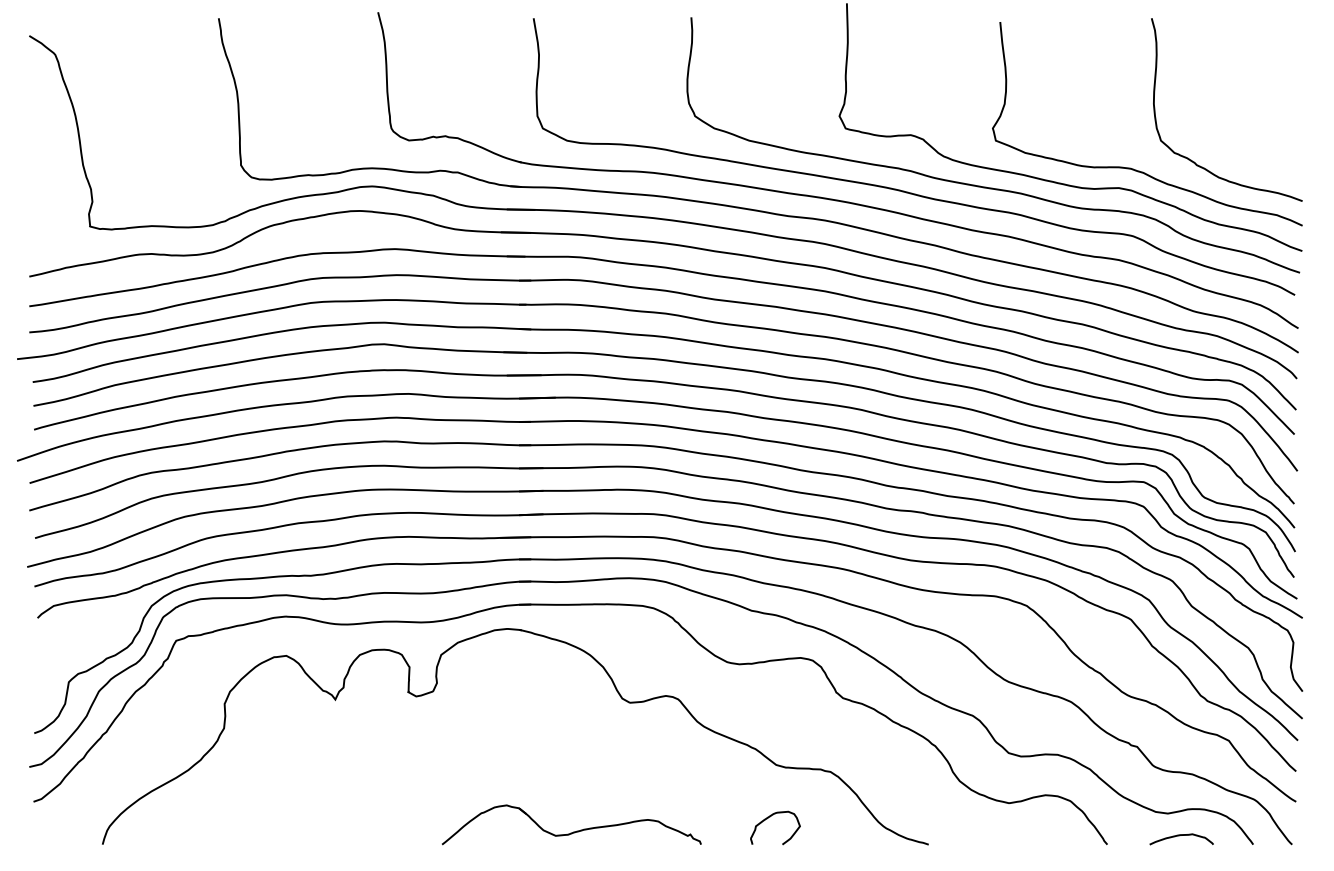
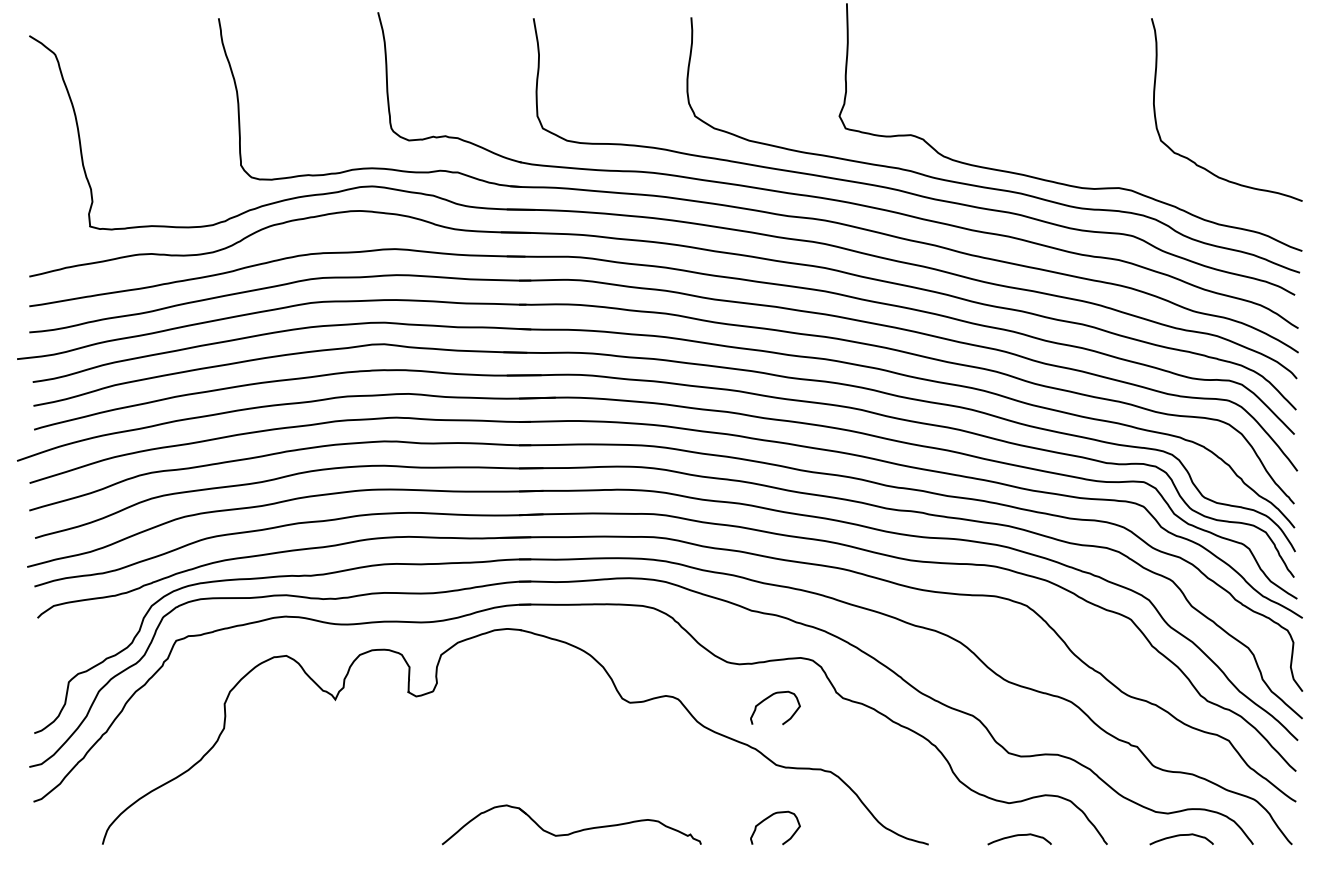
curve at (1133, 168): present -> none
curve at (770, 697): none -> present
curve at (1017, 836): none -> present
